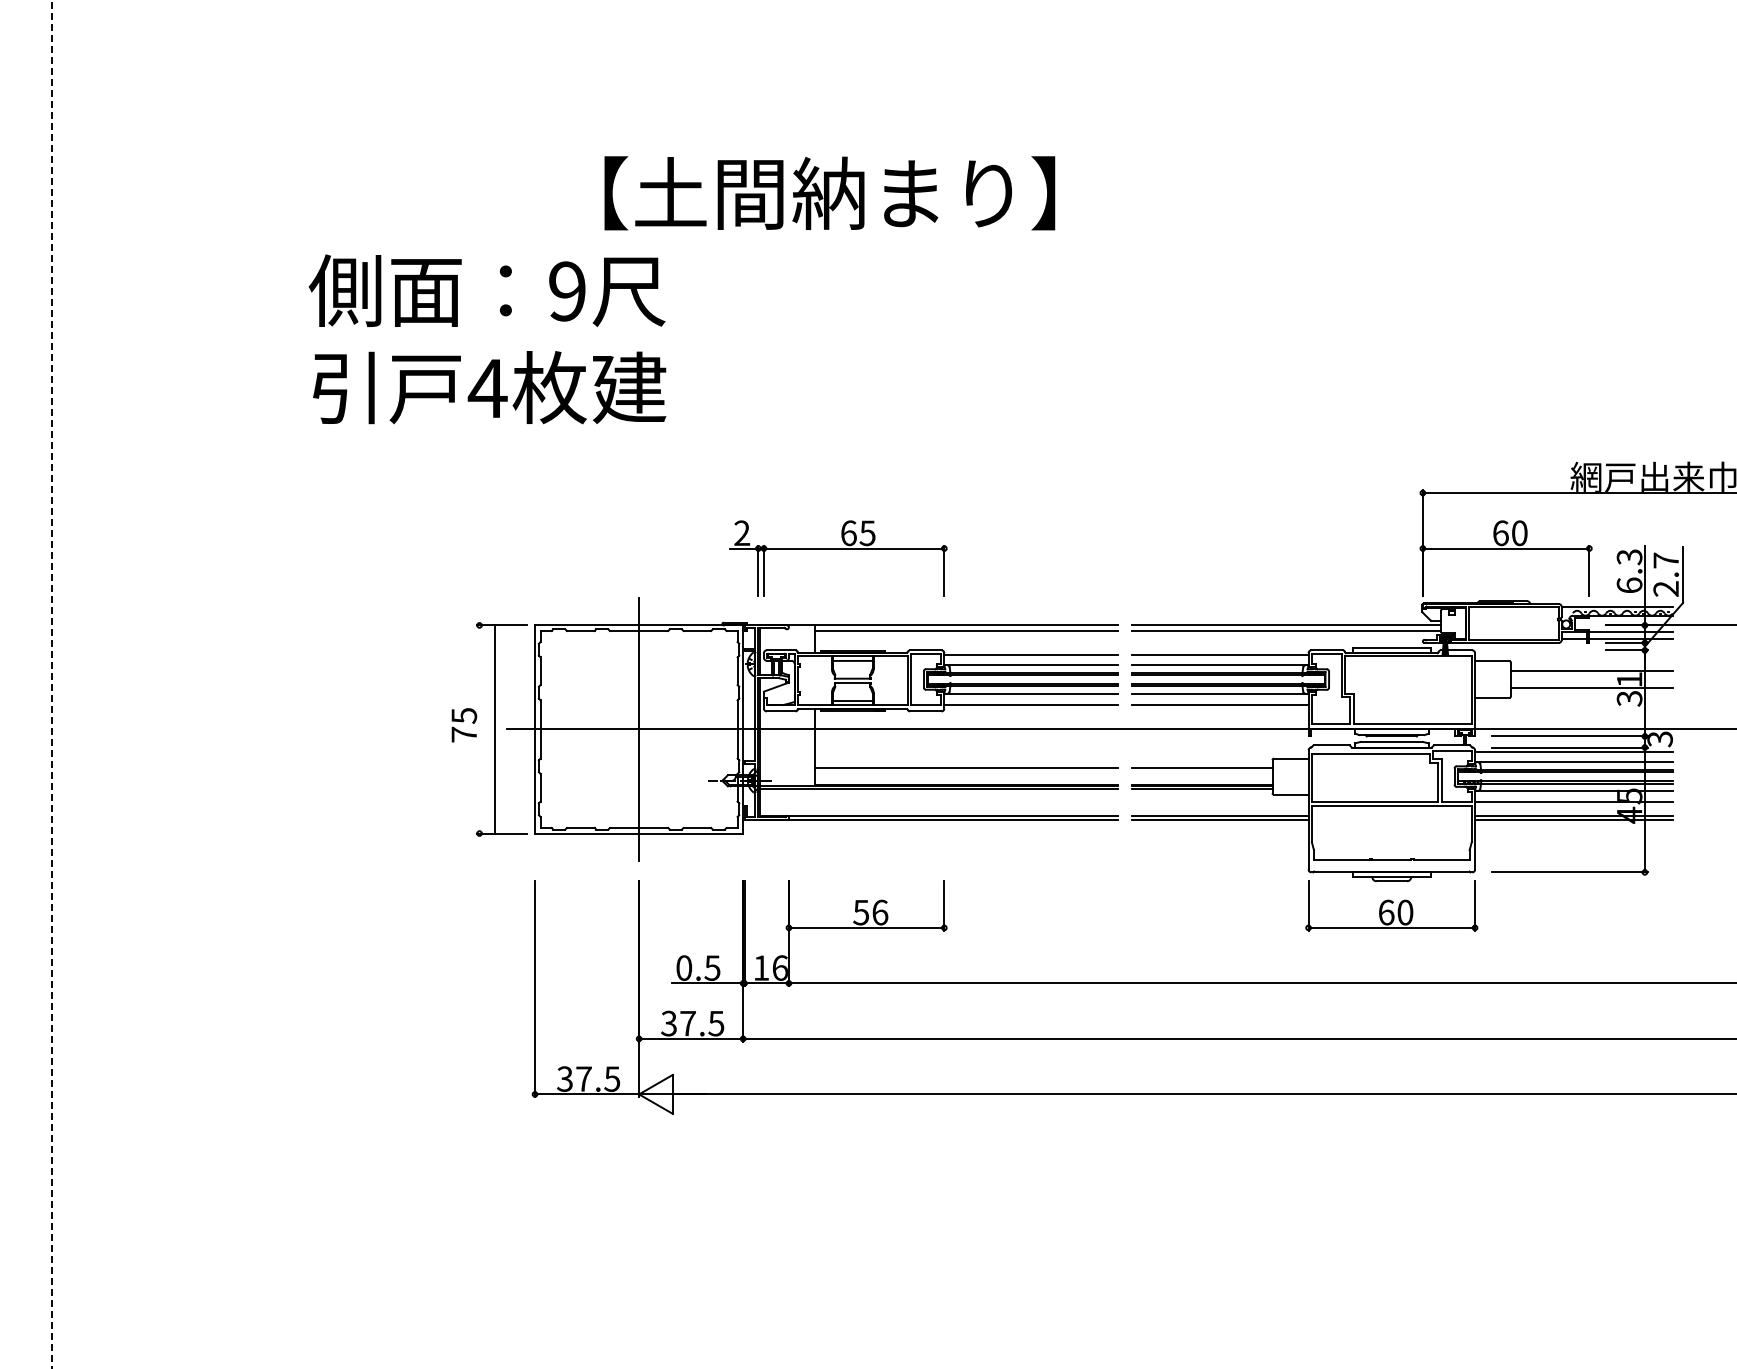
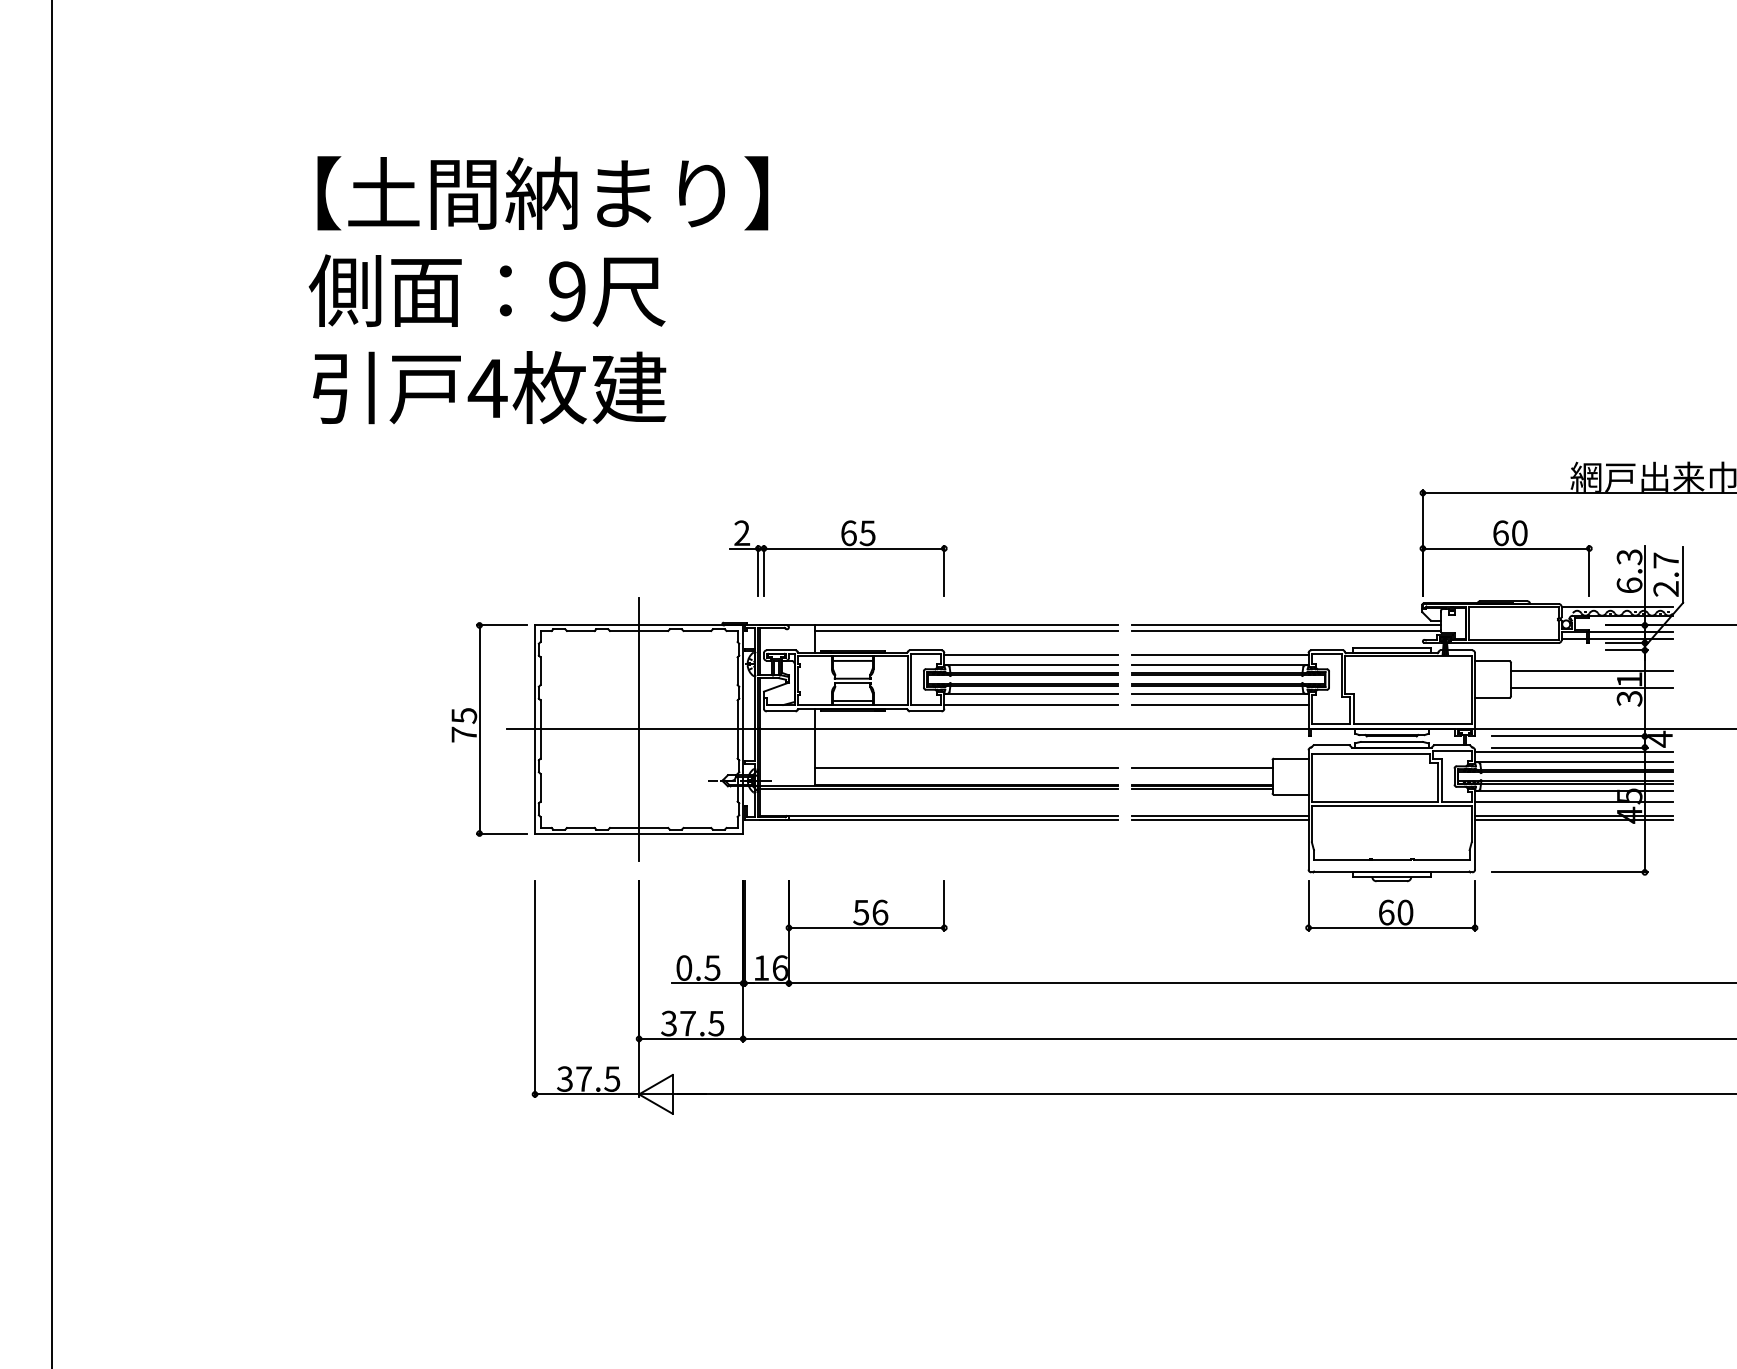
text at (829, 193) position: (829, 193) -> (542, 193)
line at (52, 684): dashed -> solid
line at (494, 729) position: (494, 729) -> (479, 729)
text at (1659, 738): 3 -> 4
